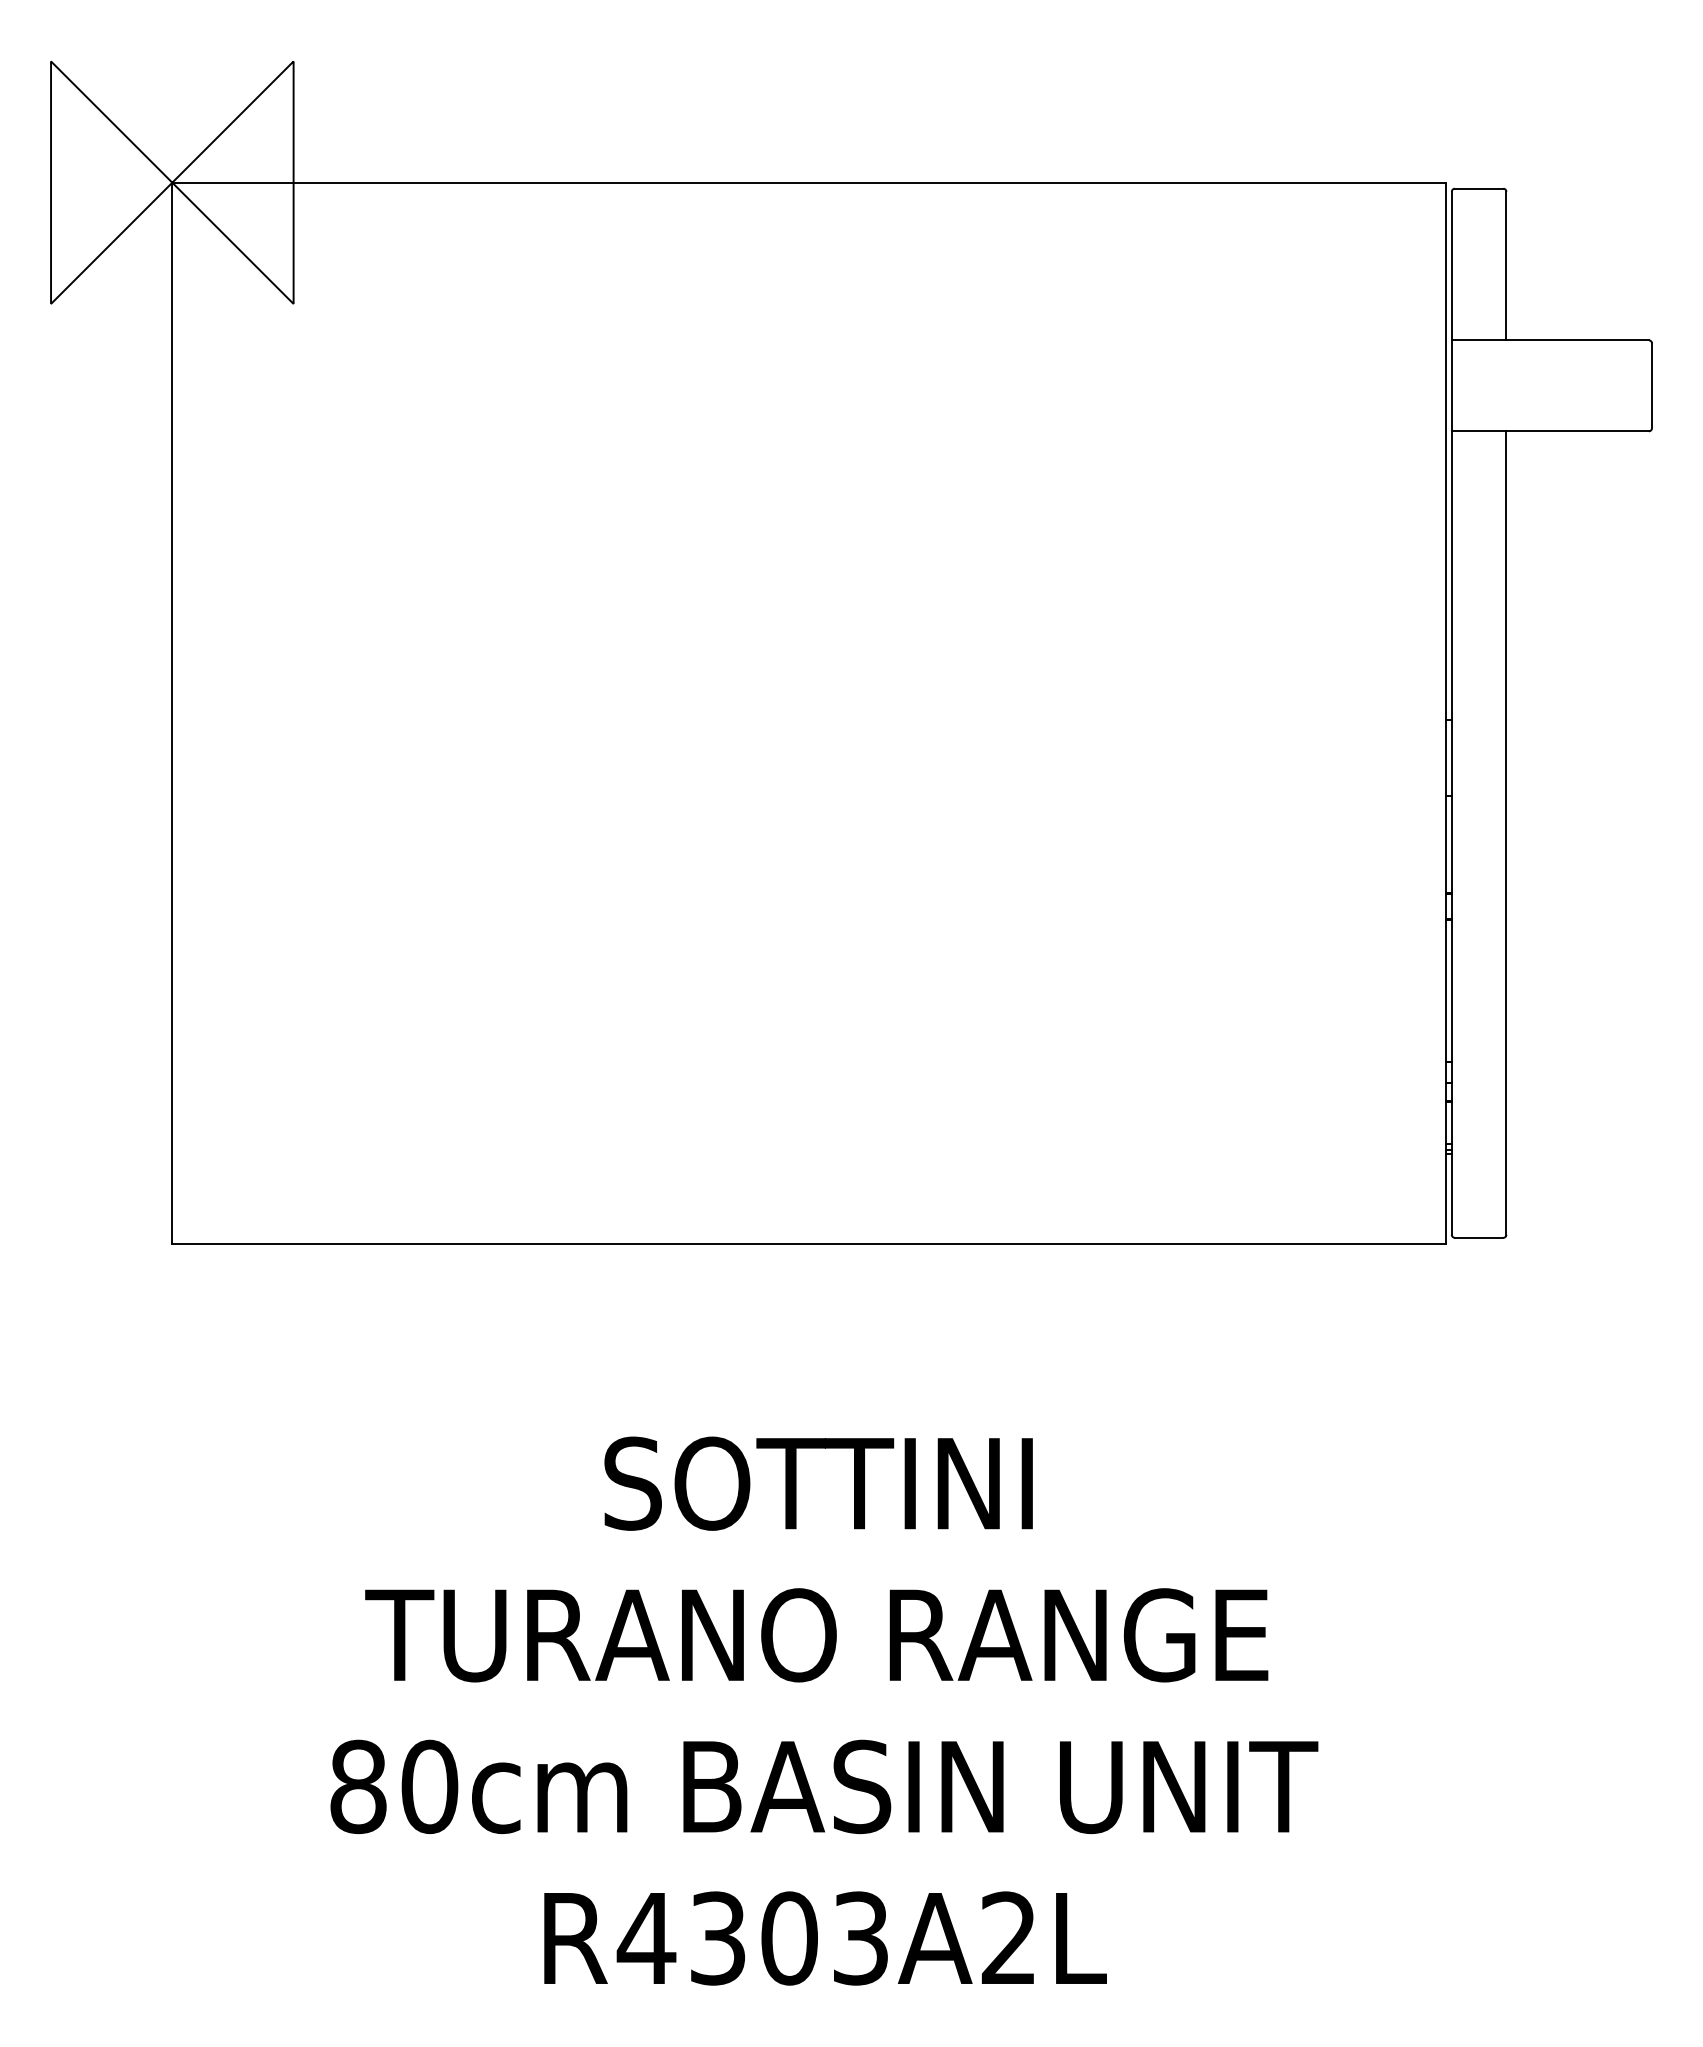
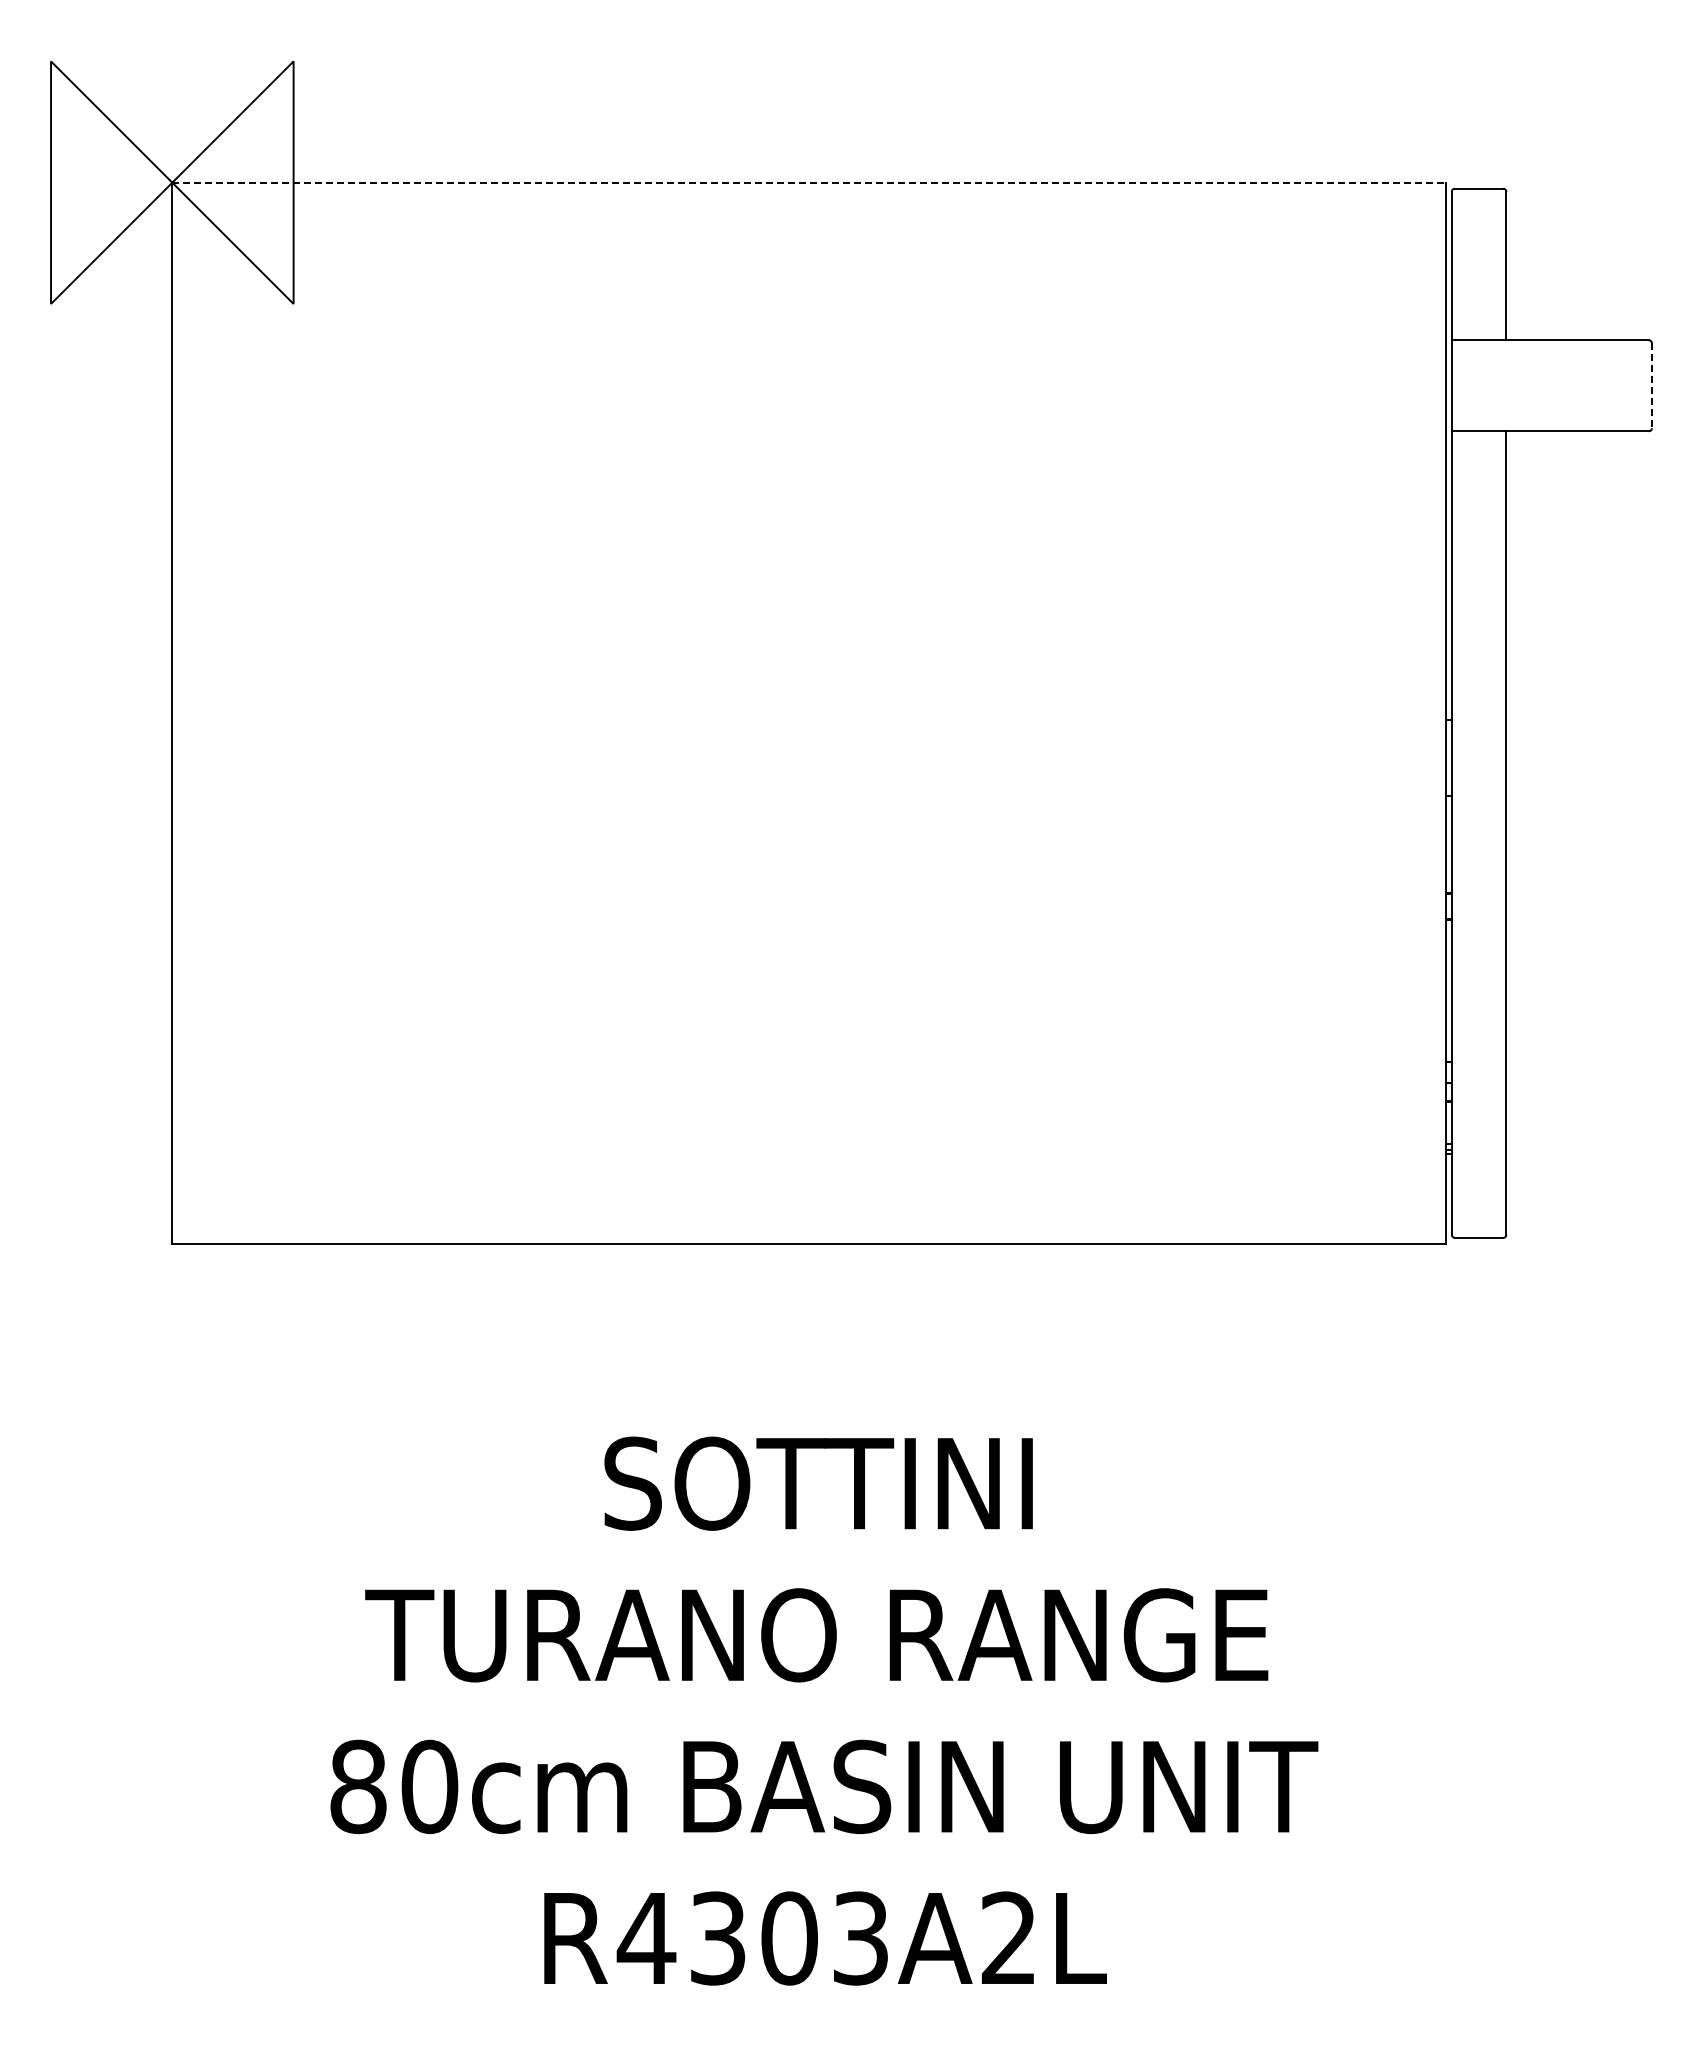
line at (809, 182): solid -> dashed
line at (1651, 386): solid -> dashed
